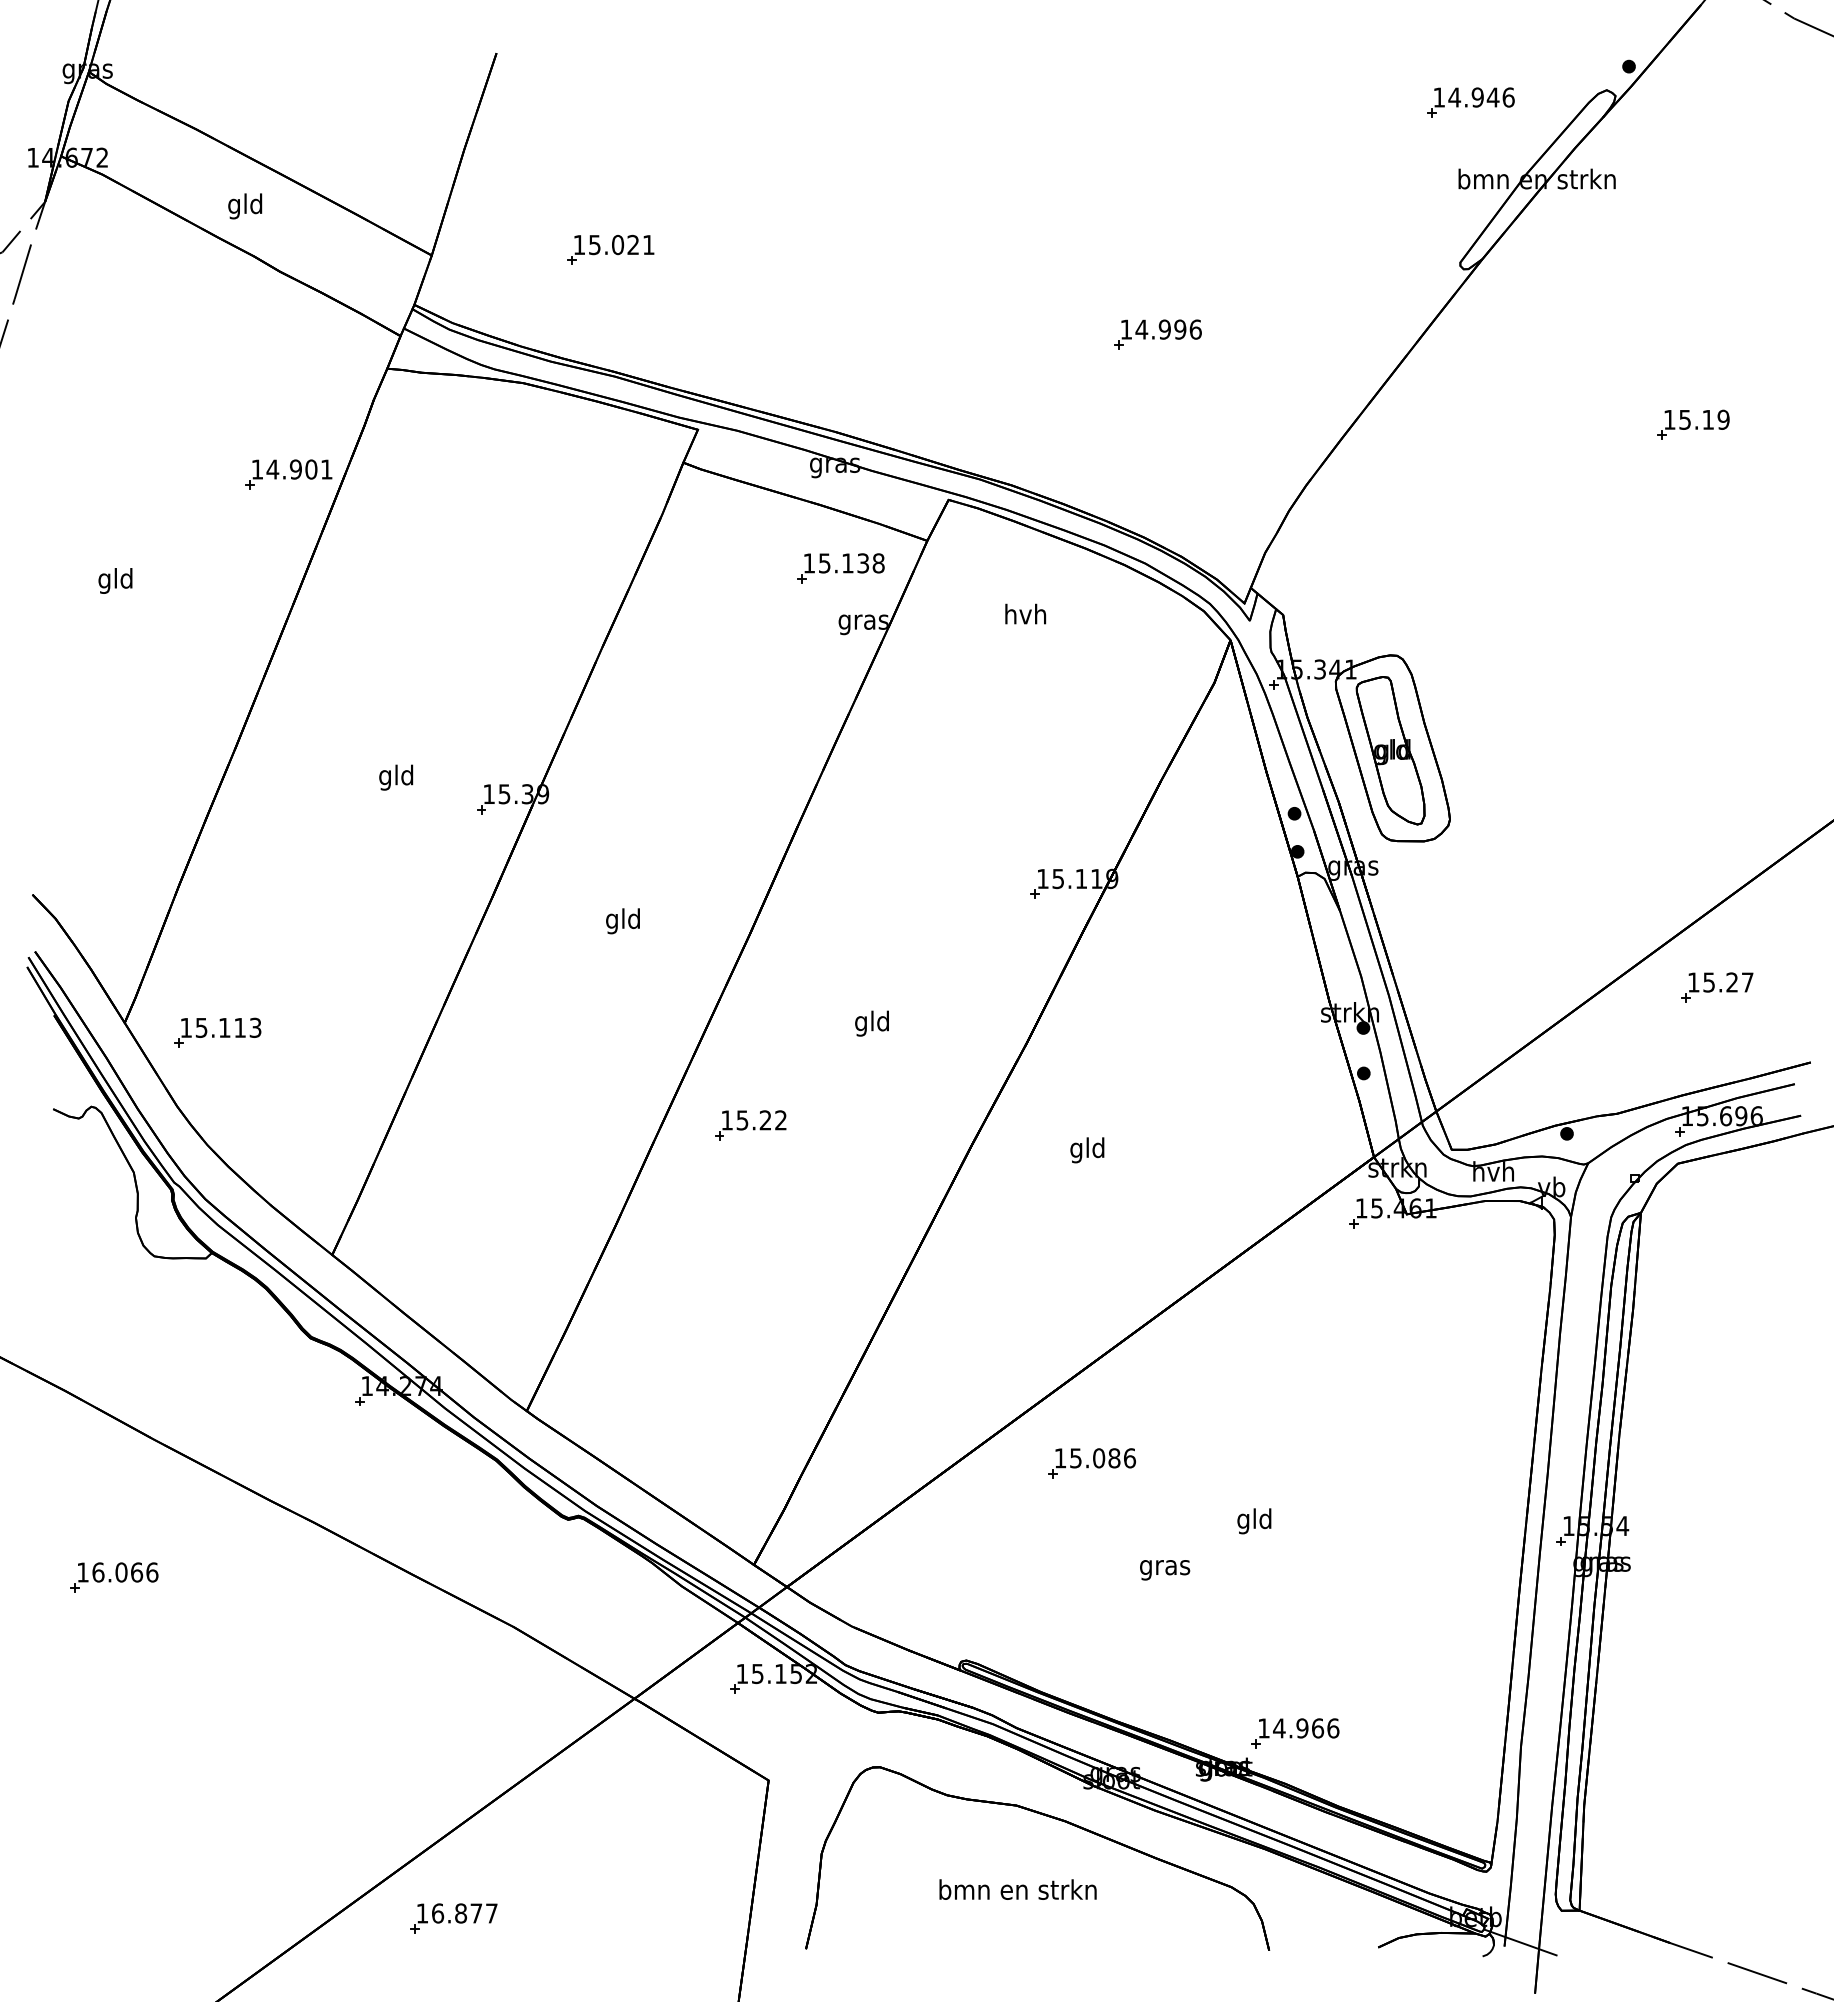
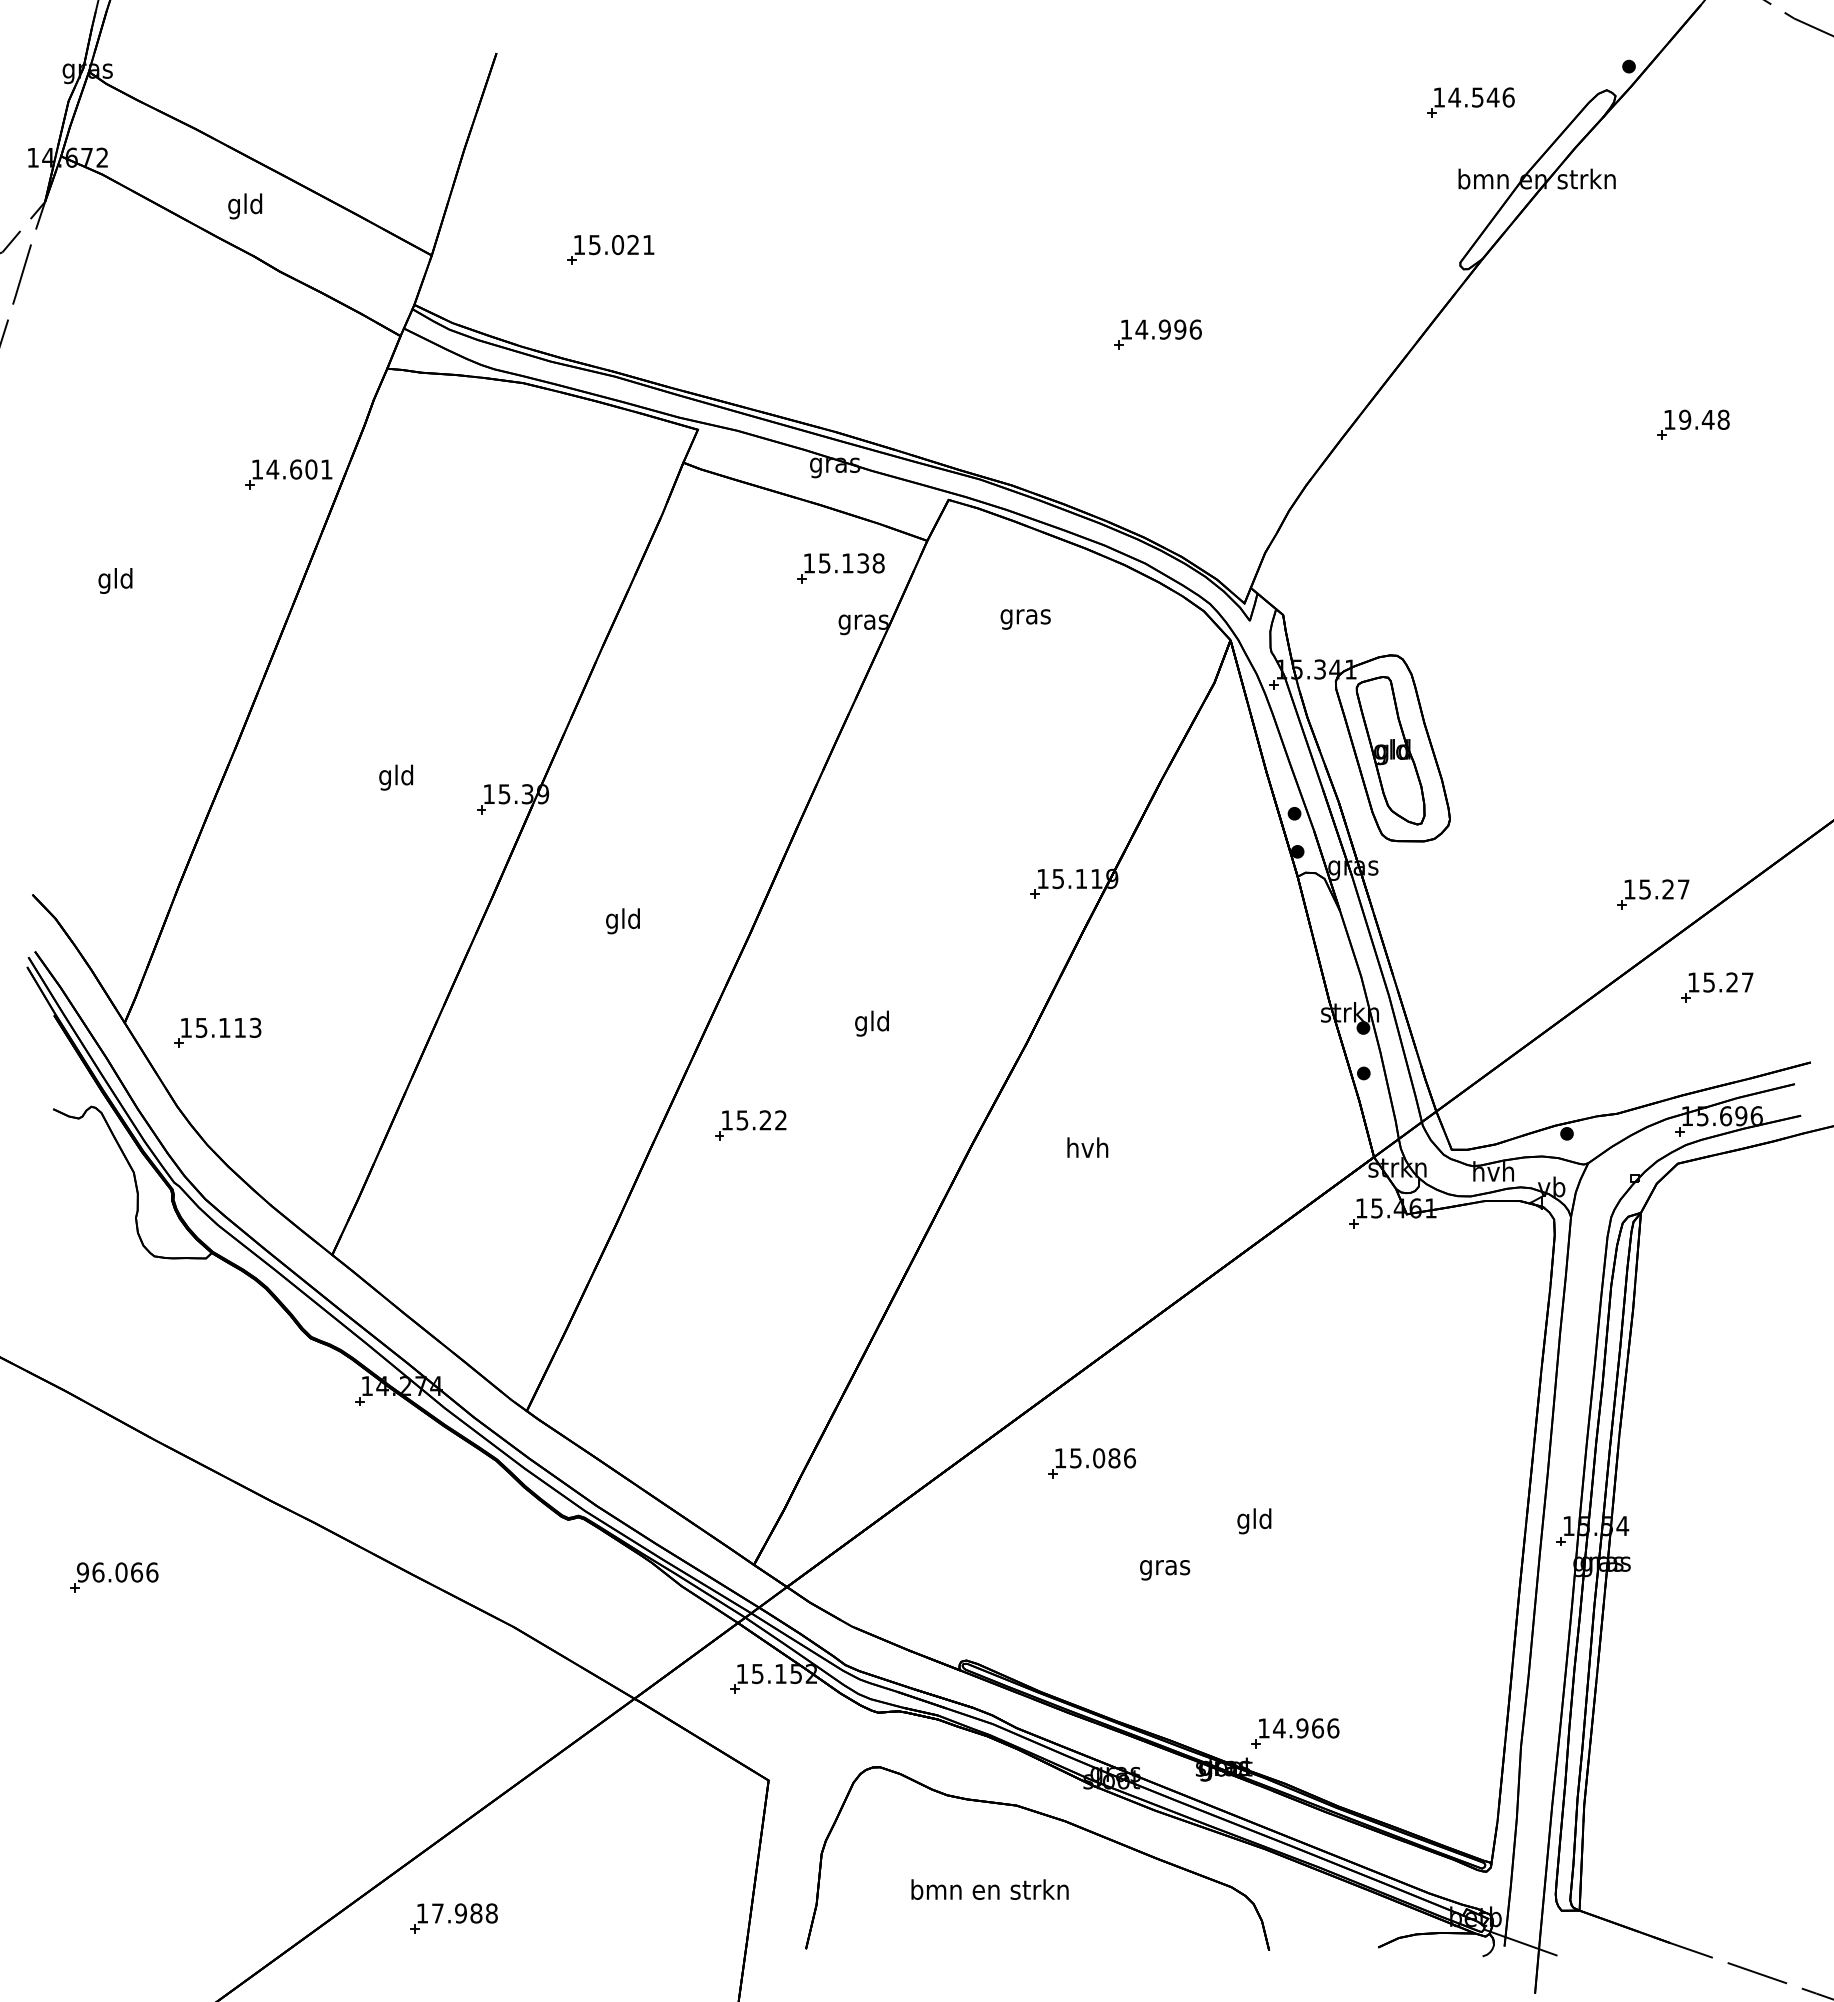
text at (1477, 97): 14.946 -> 14.546
text at (1704, 419): 15.19 -> 19.48
text at (295, 469): 14.901 -> 14.601
text at (1025, 616): hvh -> gras
part at (1653, 894): none -> present
text at (1087, 1150): gld -> hvh
text at (82, 1572): 16.066 -> 96.066
text at (1017, 1889) position: (1017, 1889) -> (989, 1889)
text at (464, 1913): 16.877 -> 17.988
